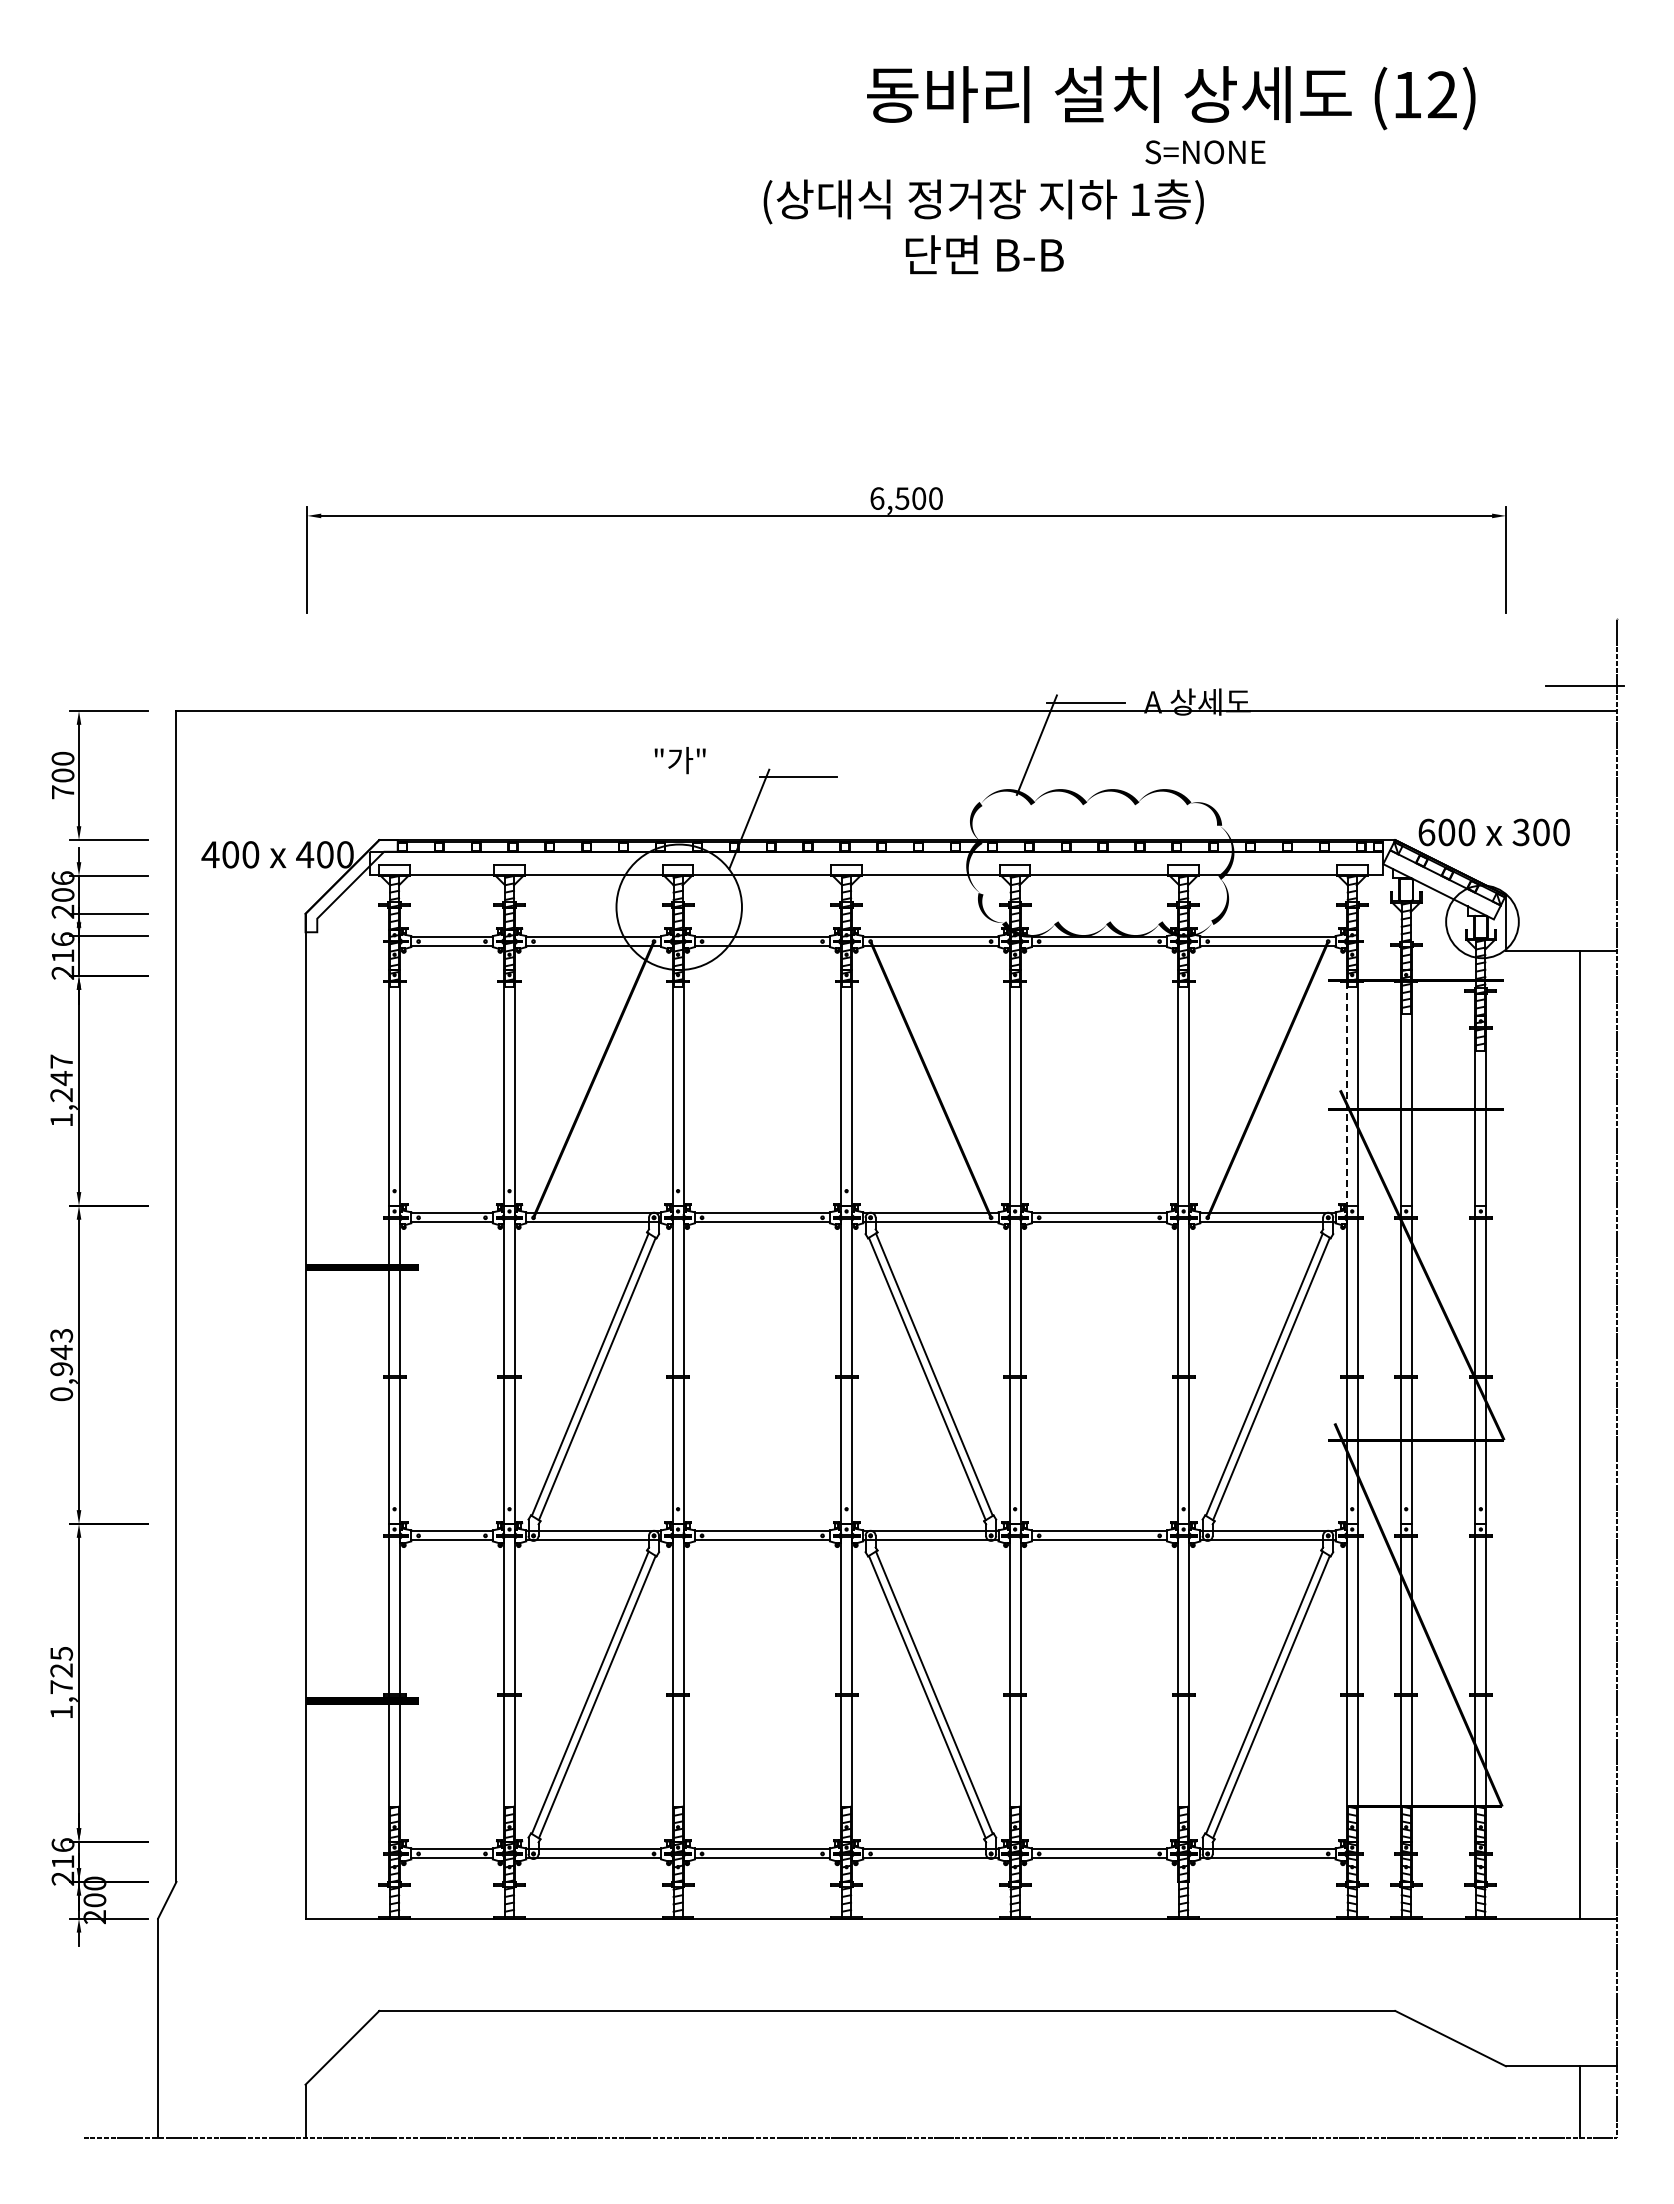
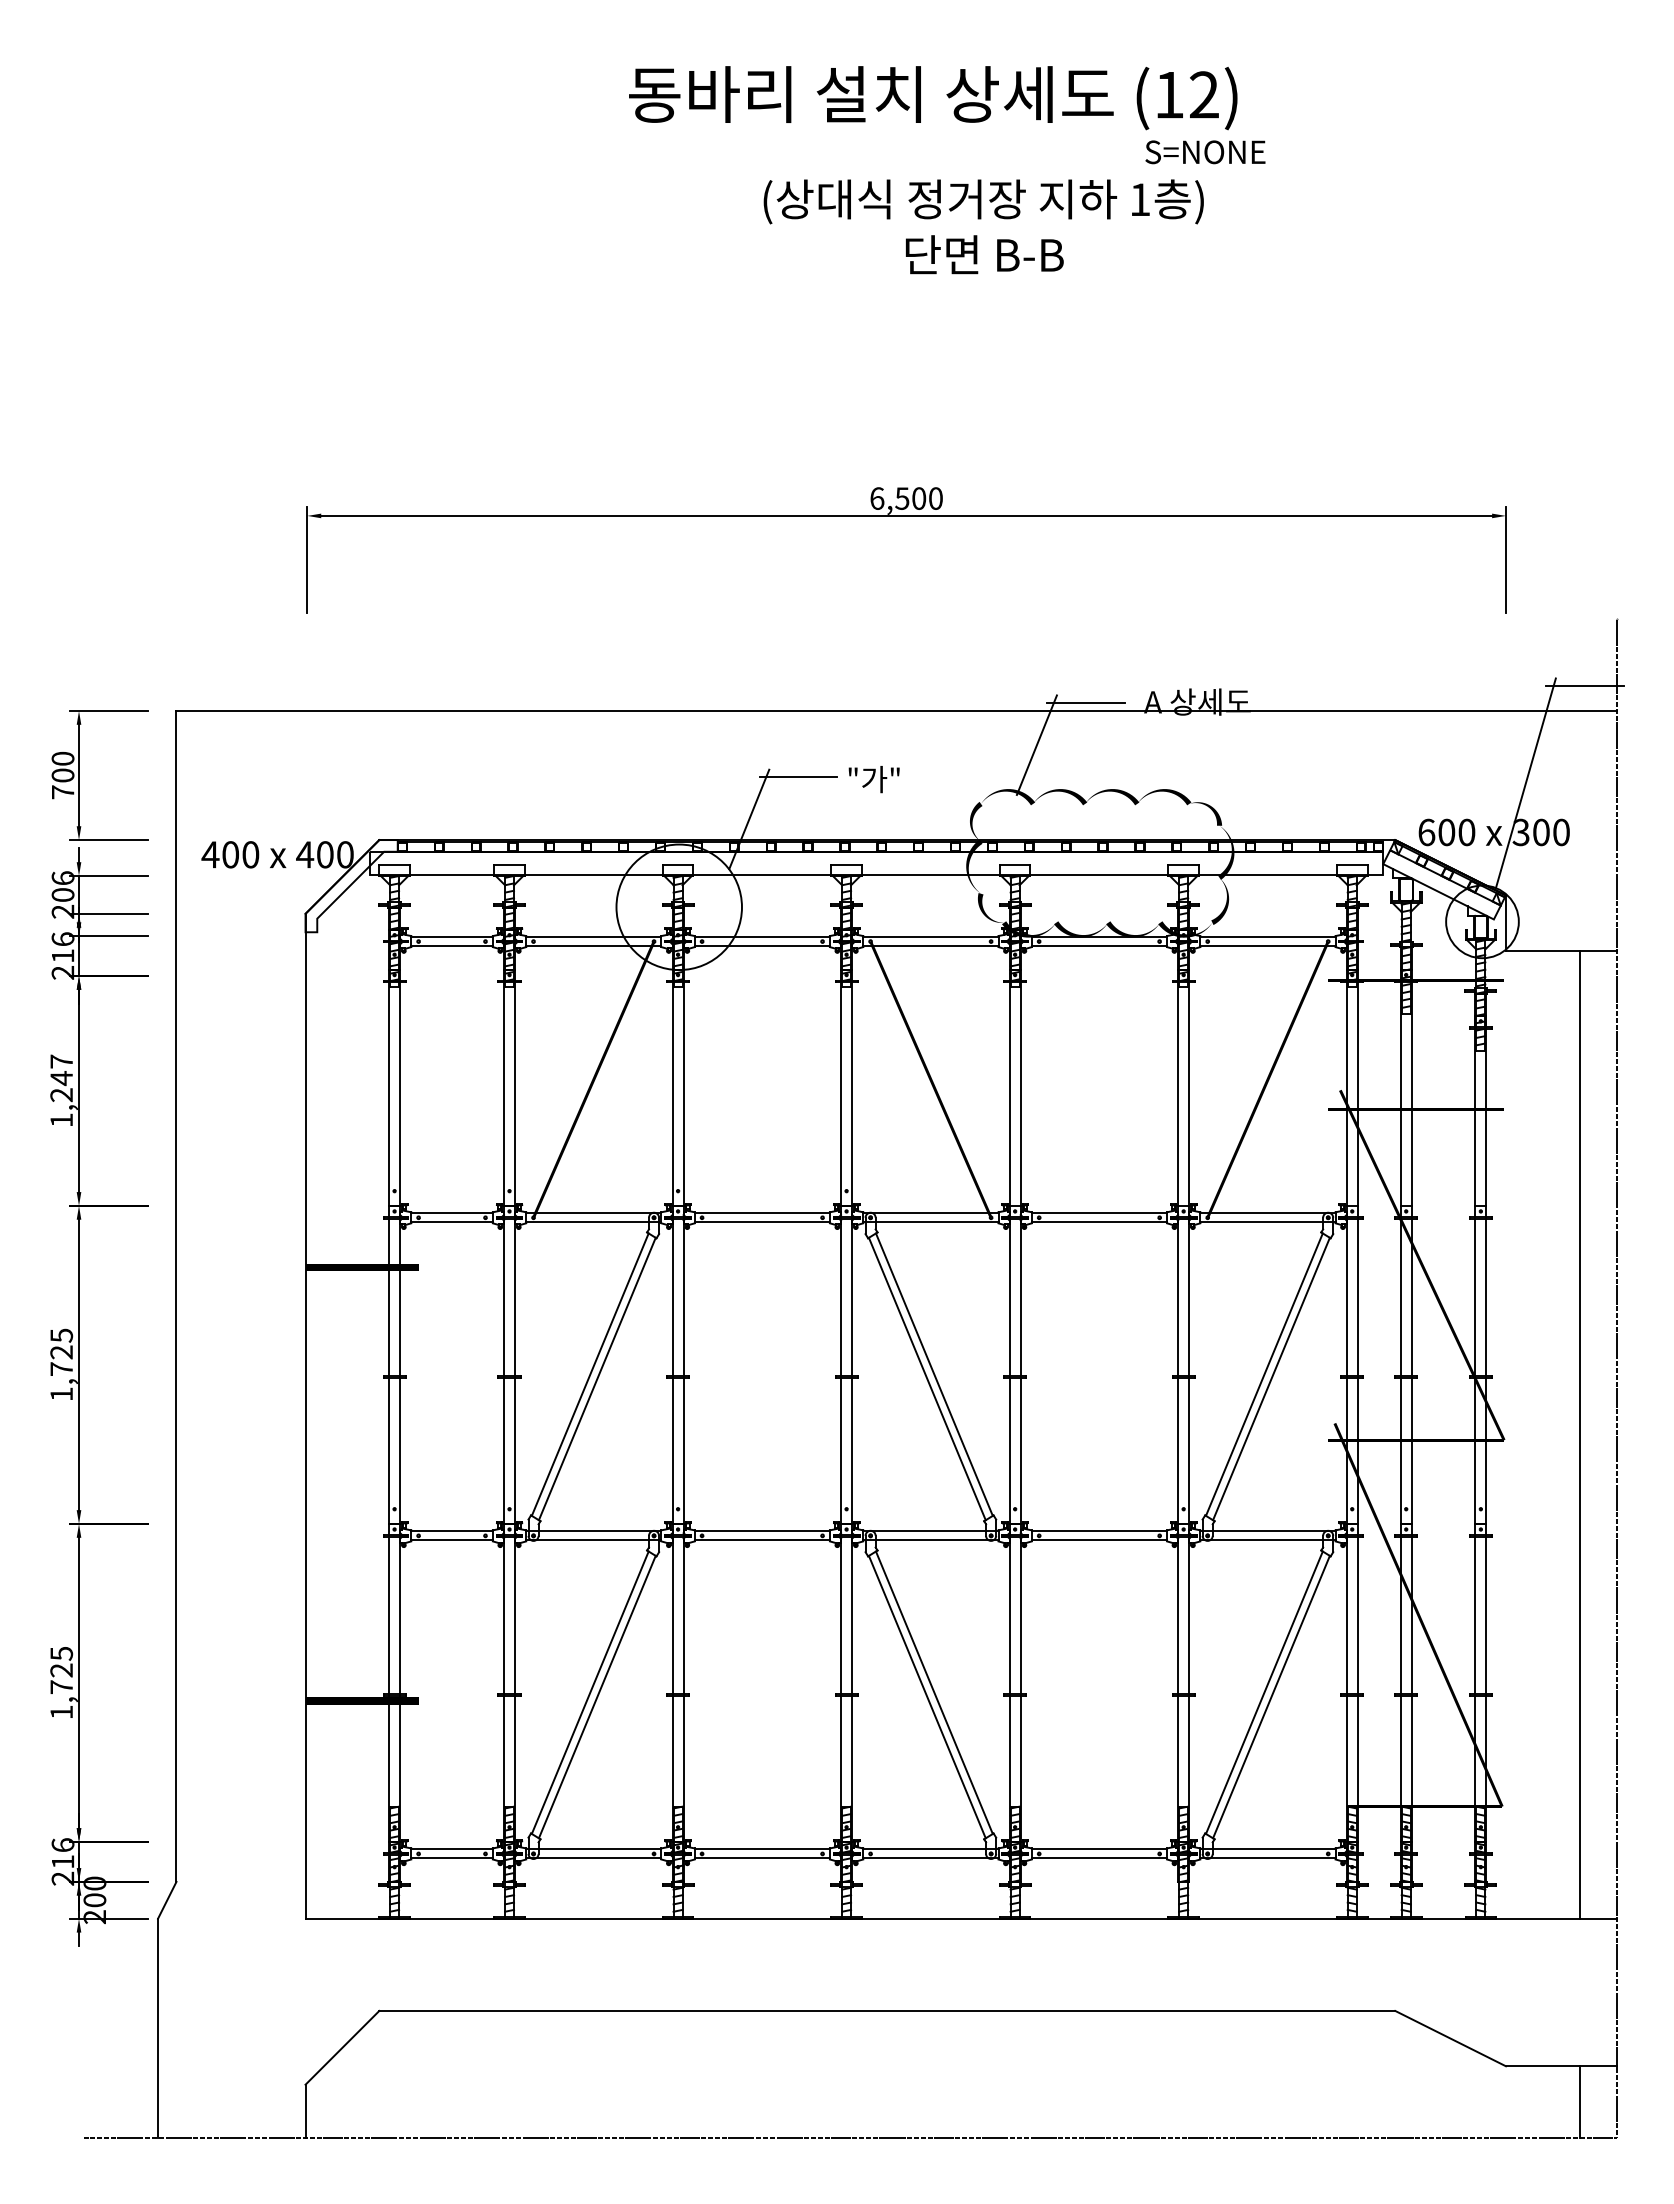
text at (1171, 98) position: (1171, 98) -> (933, 98)
text at (679, 760) position: (679, 760) -> (873, 779)
line at (1525, 783): none -> present
line at (1346, 1094): dashed -> solid
text at (61, 1364): 0,943 -> 1,725
